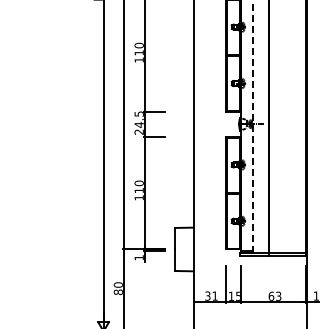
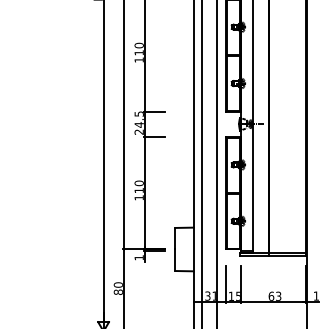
line at (253, 125): dashed -> solid
line at (202, 163): none -> present
line at (216, 163): none -> present
